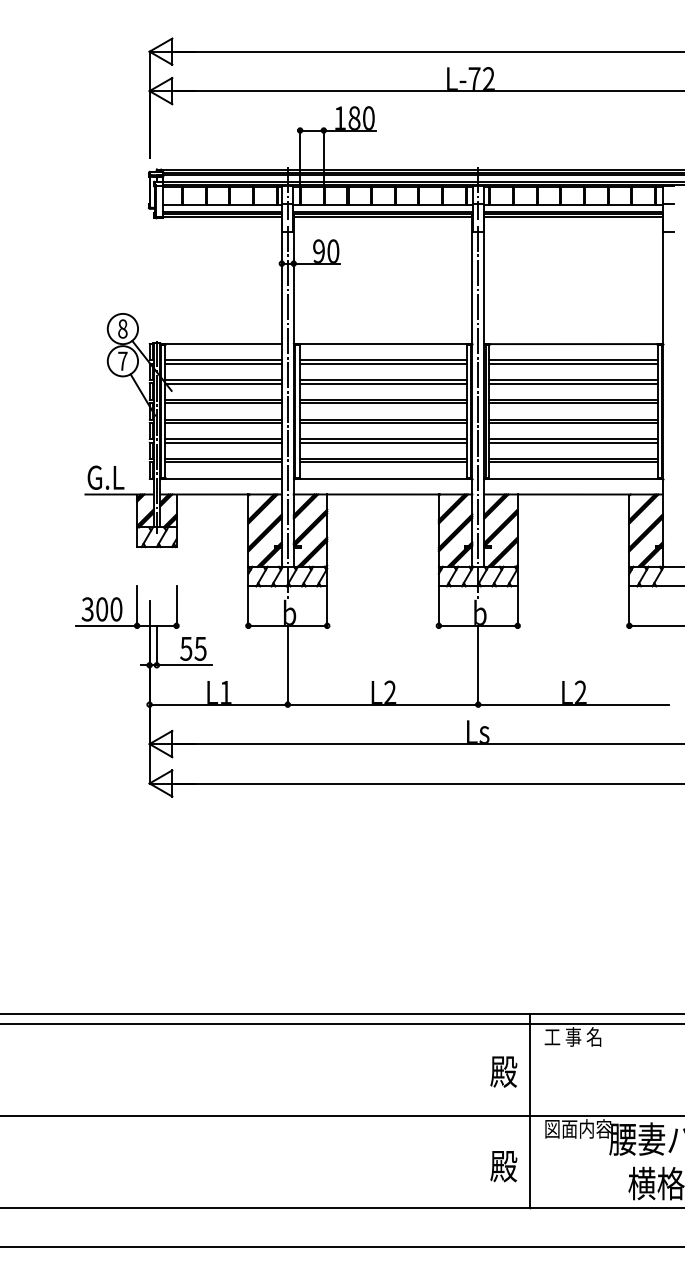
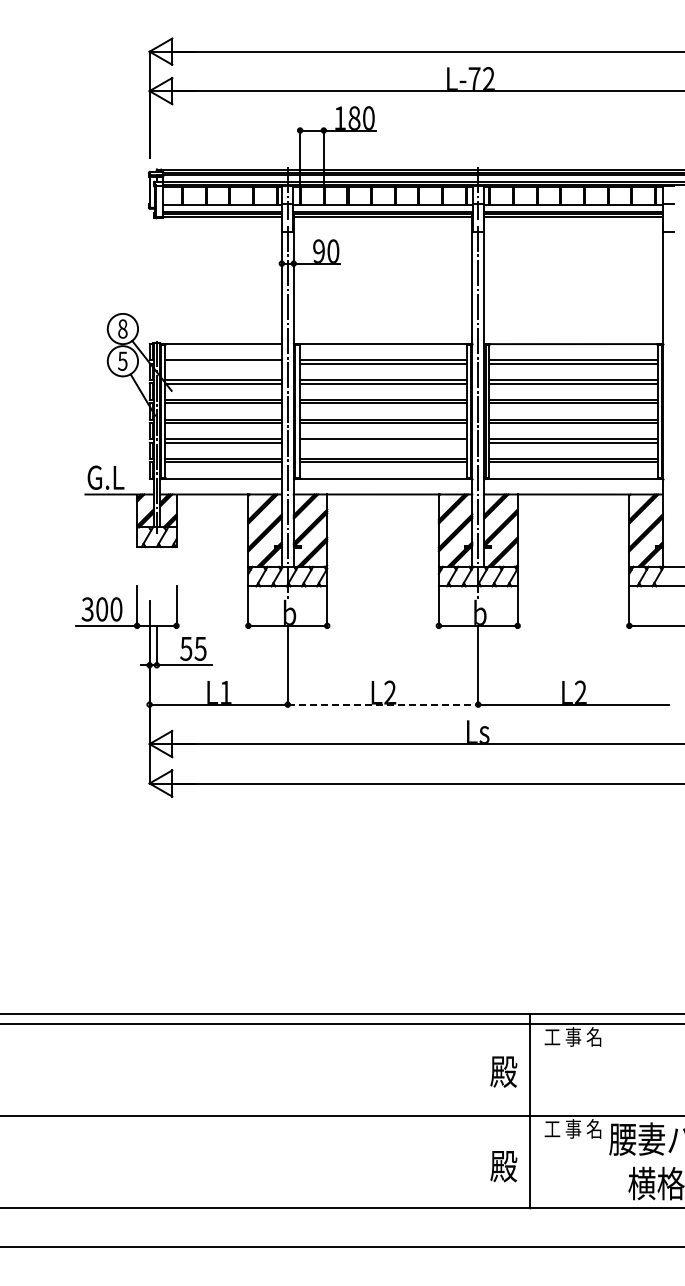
text at (122, 360): 7 -> 5
line at (223, 363): present -> none
line at (383, 442): present -> none
line at (383, 704): solid -> dashed
text at (577, 1128): 図面内容 -> 工 事 名
